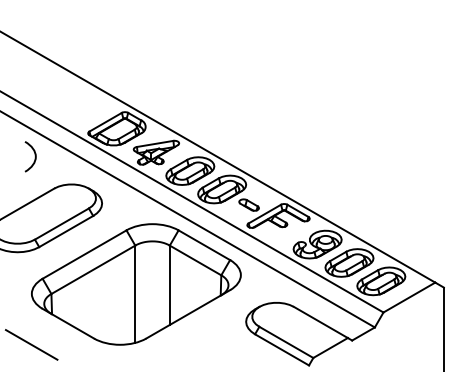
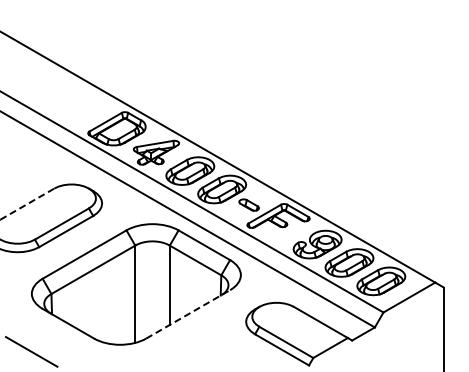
curve at (34, 155): present -> none
line at (27, 203): solid -> dashed
line at (188, 314): solid -> dashed
line at (31, 344) position: (31, 344) -> (31, 351)
